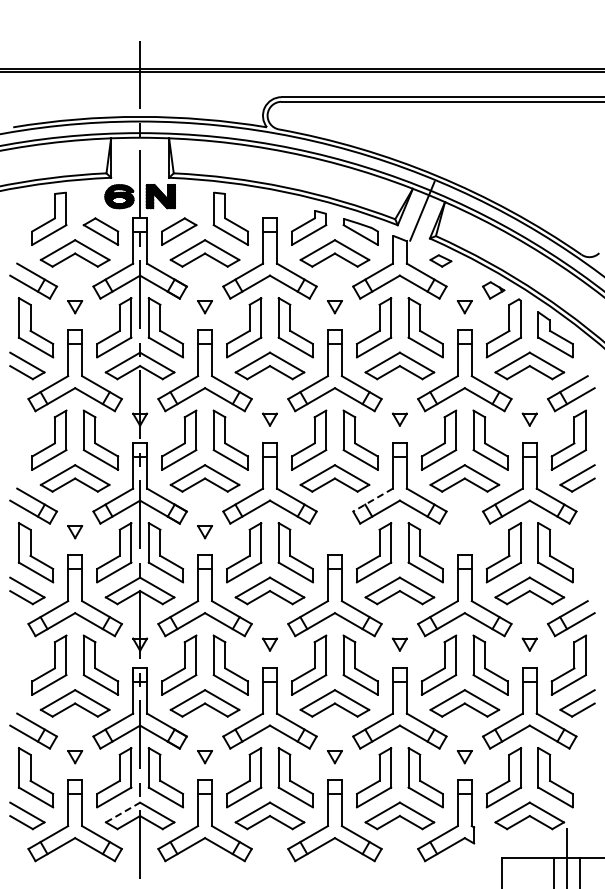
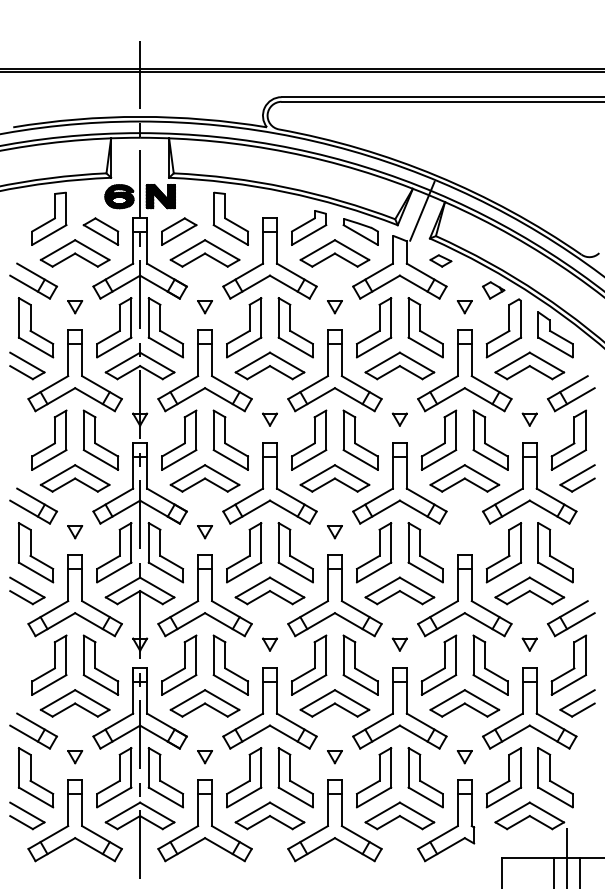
line at (373, 500): dashed -> solid
part at (334, 532): none -> present
line at (123, 812): dashed -> solid
